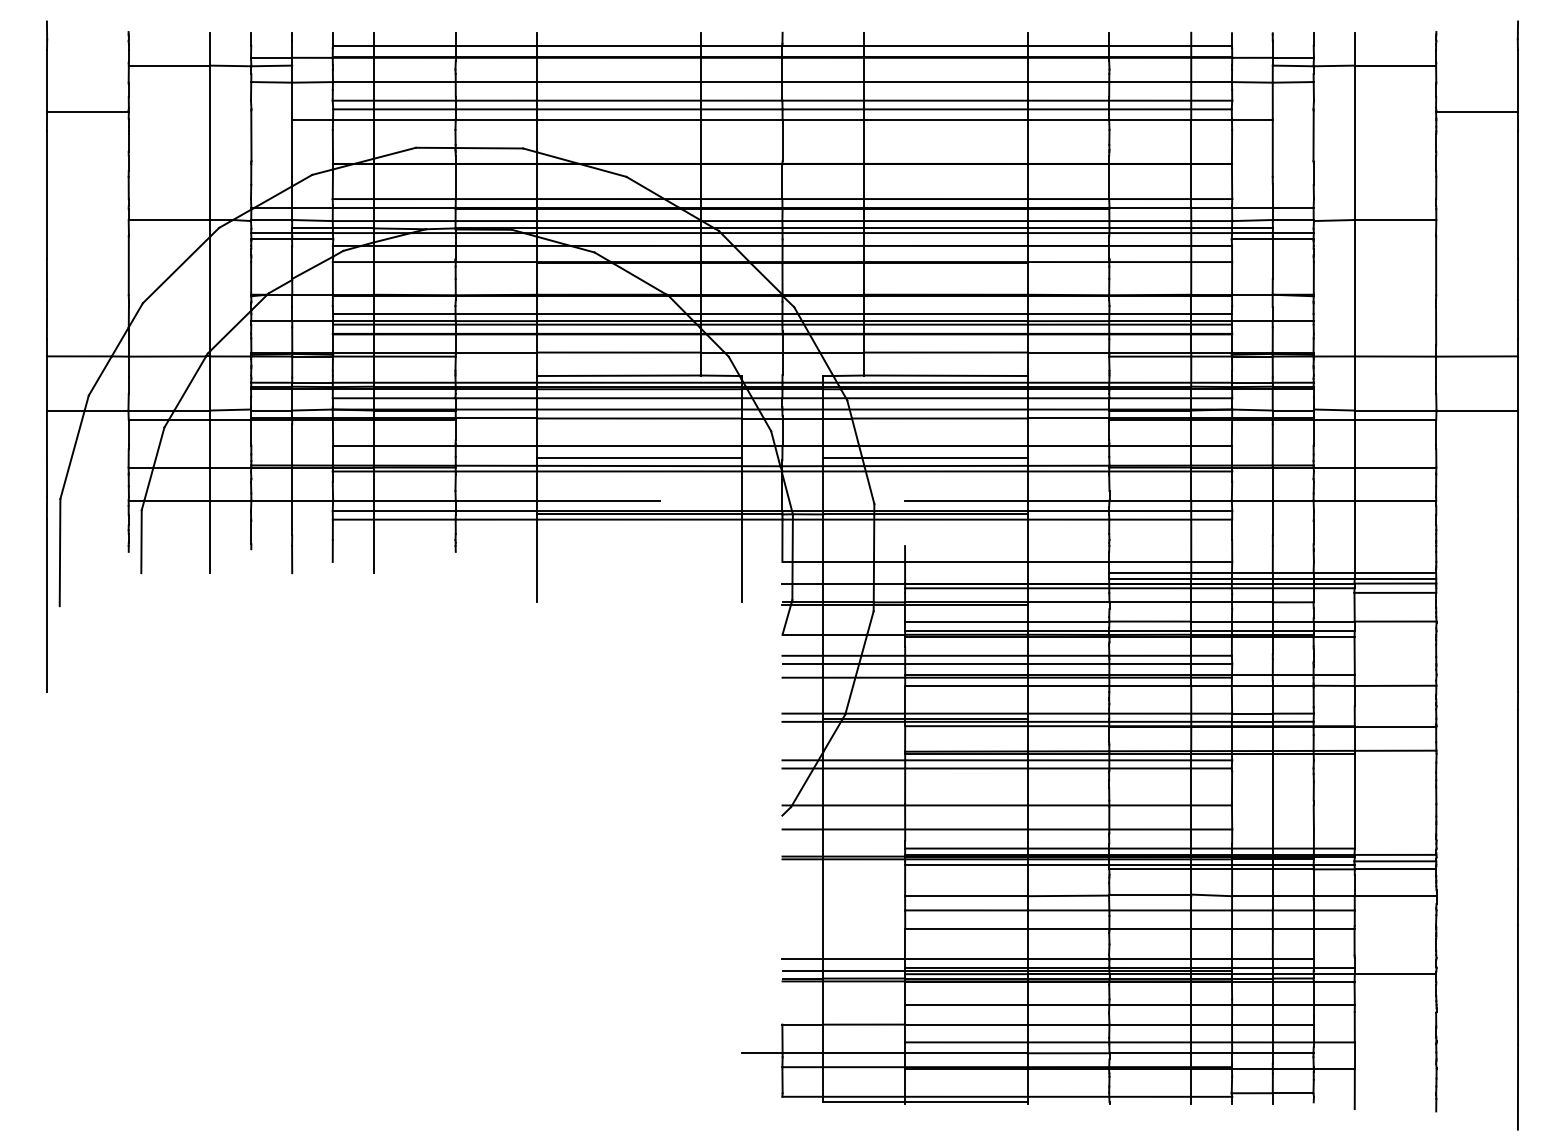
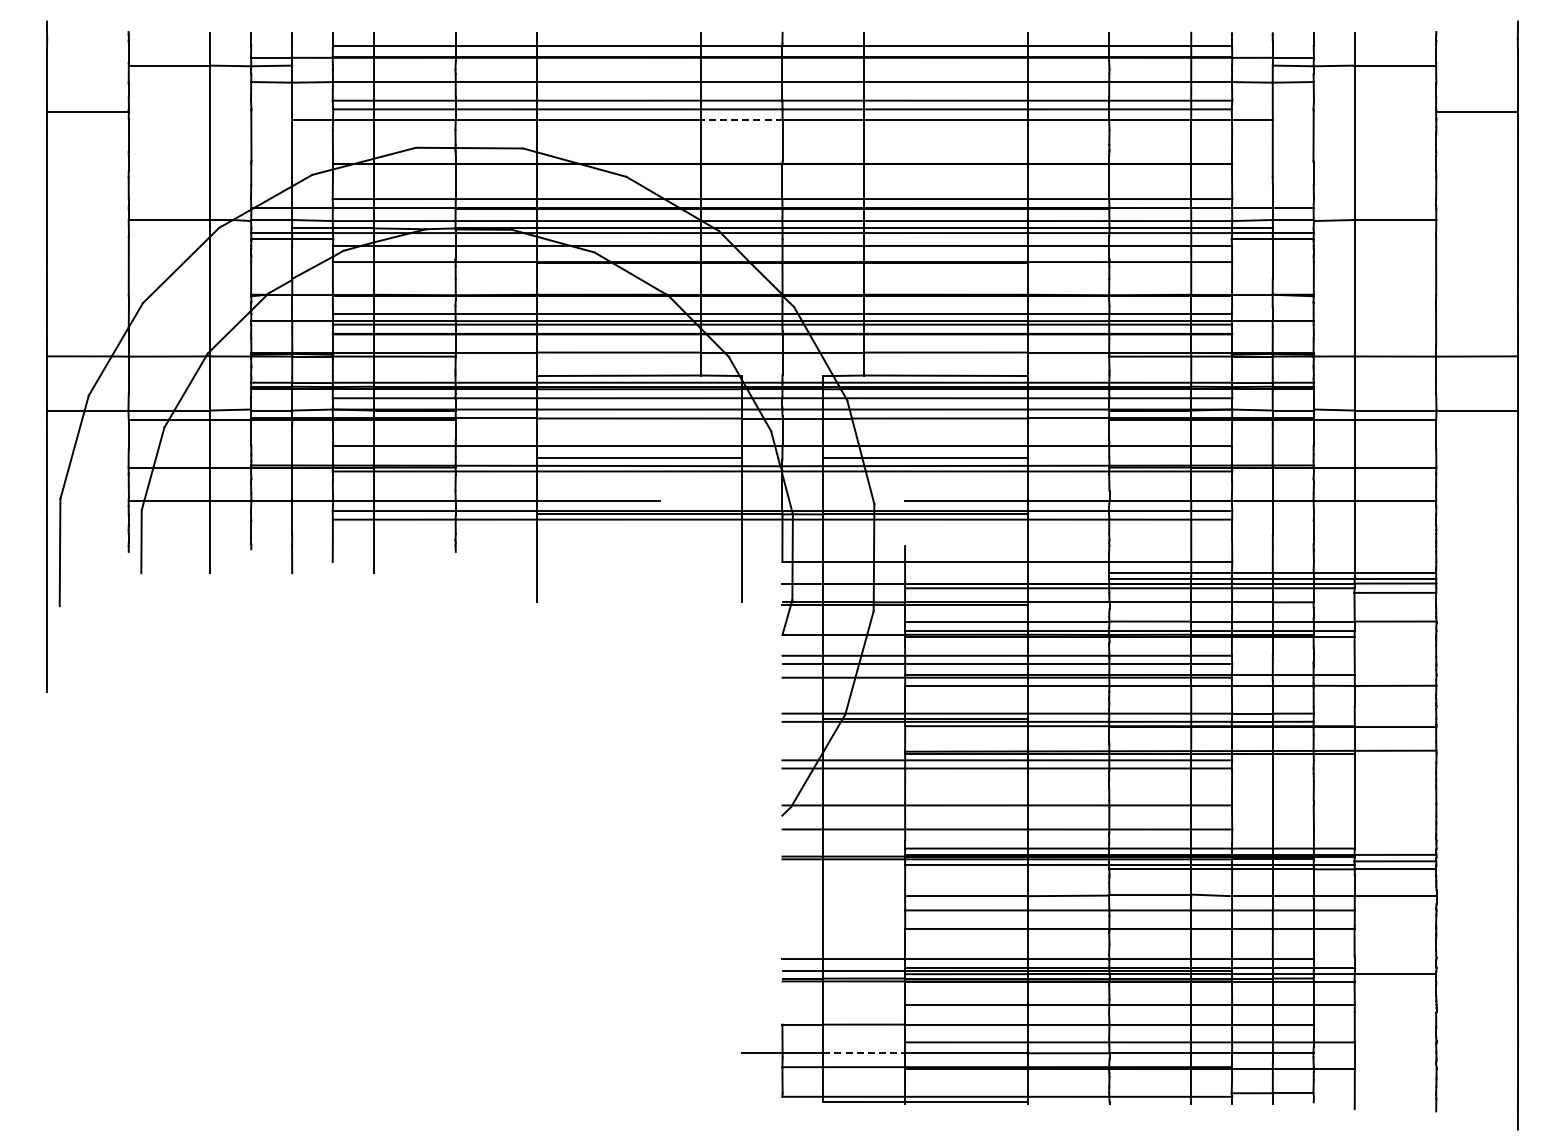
line at (741, 119): solid -> dashed
line at (864, 1053): solid -> dashed
